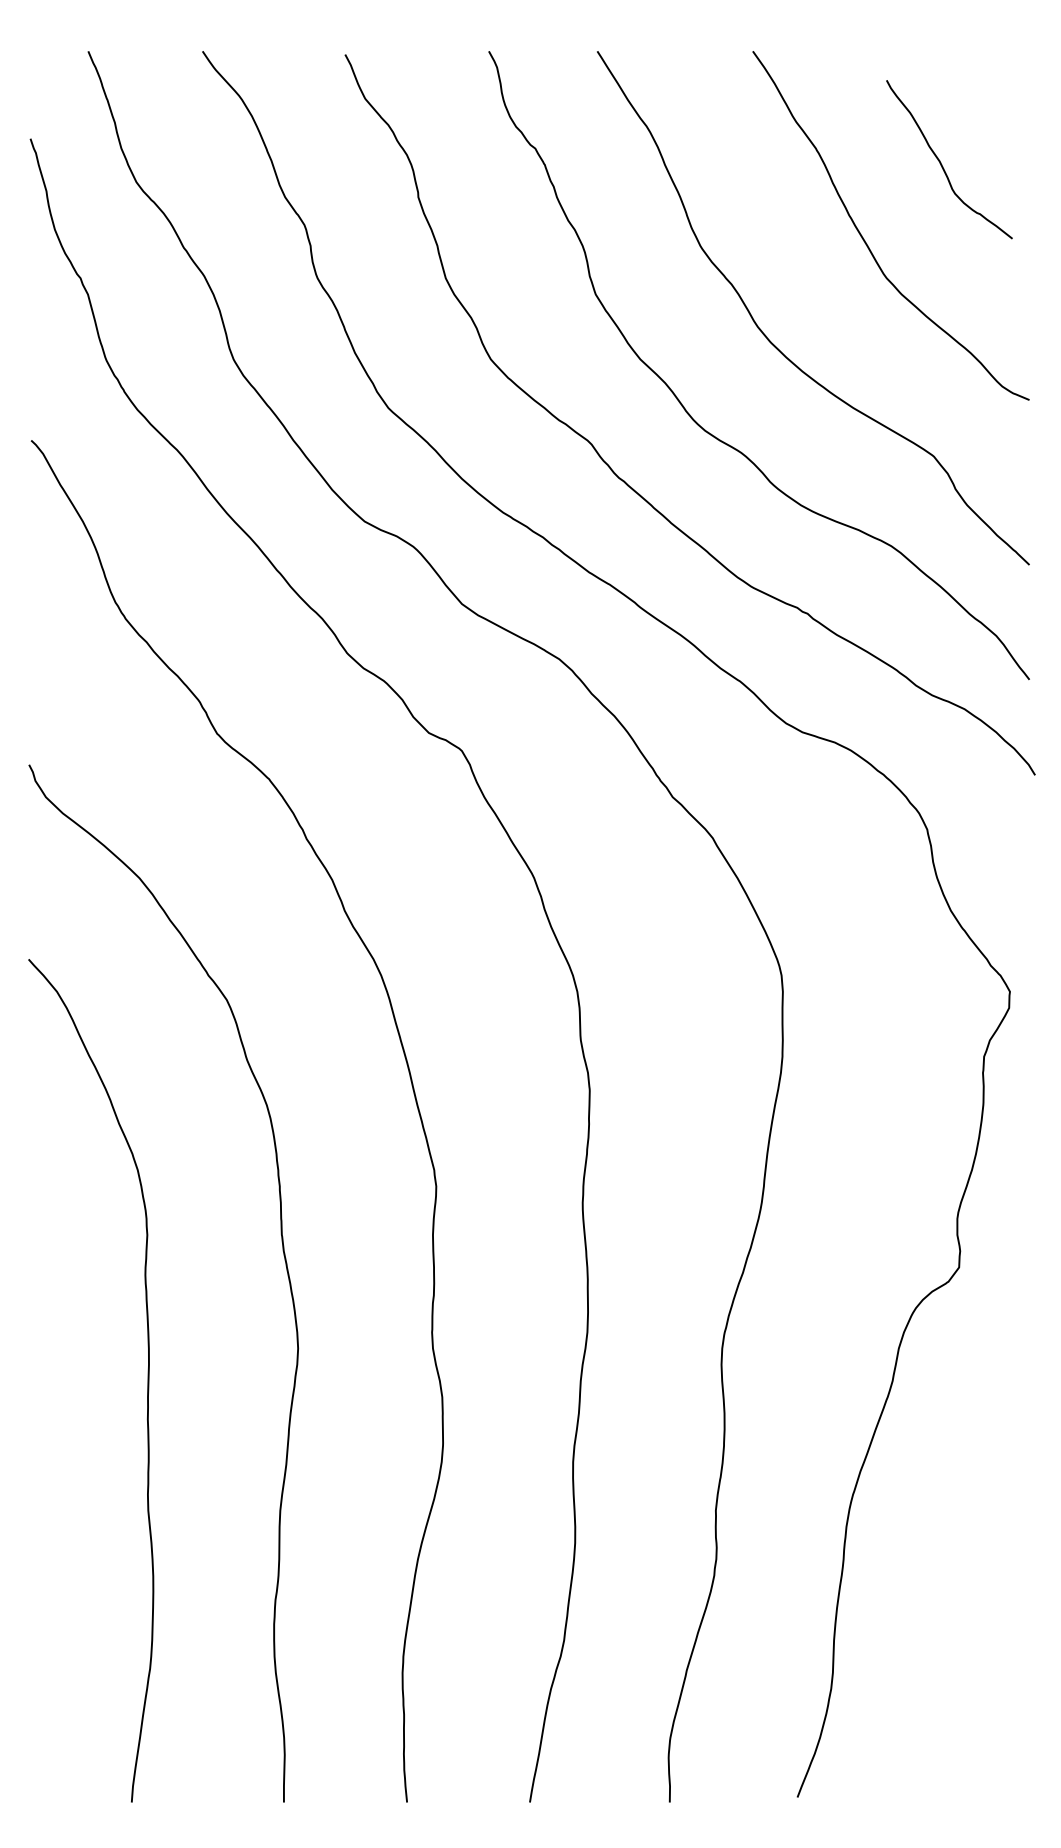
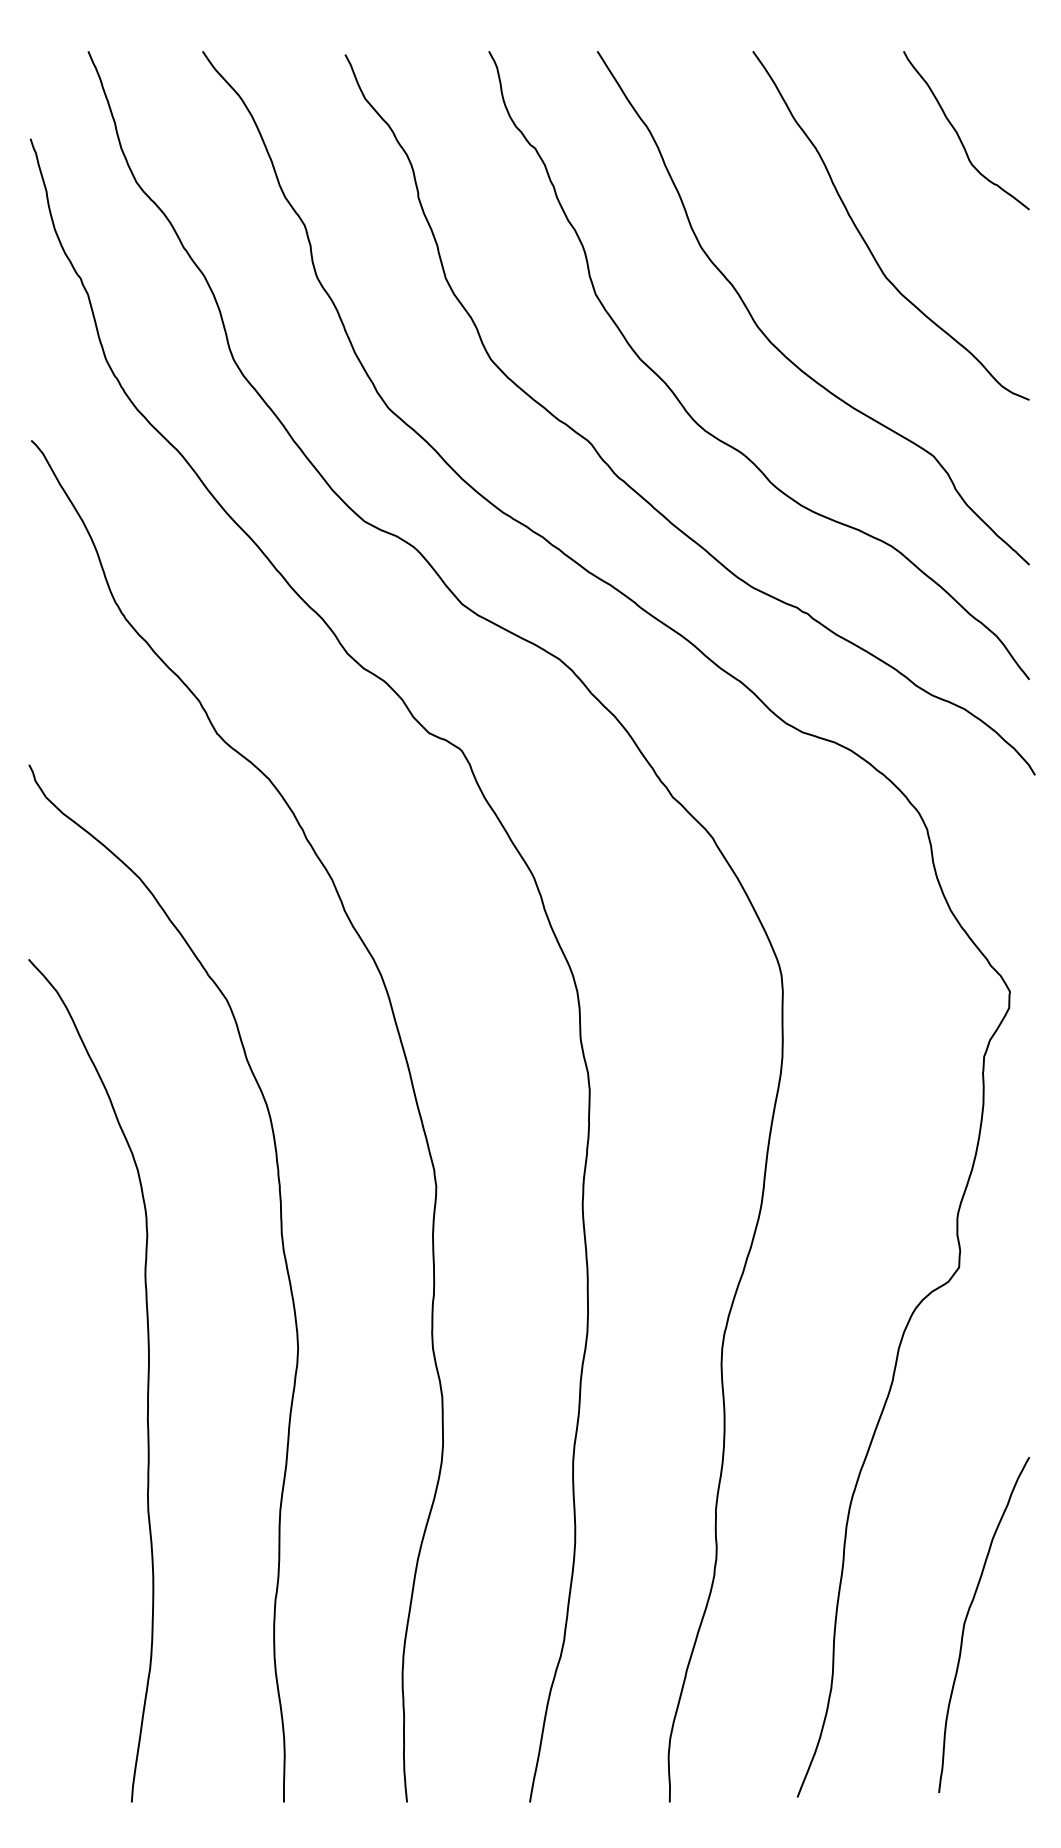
curve at (941, 162) position: (941, 162) -> (958, 133)
curve at (966, 1620): none -> present
